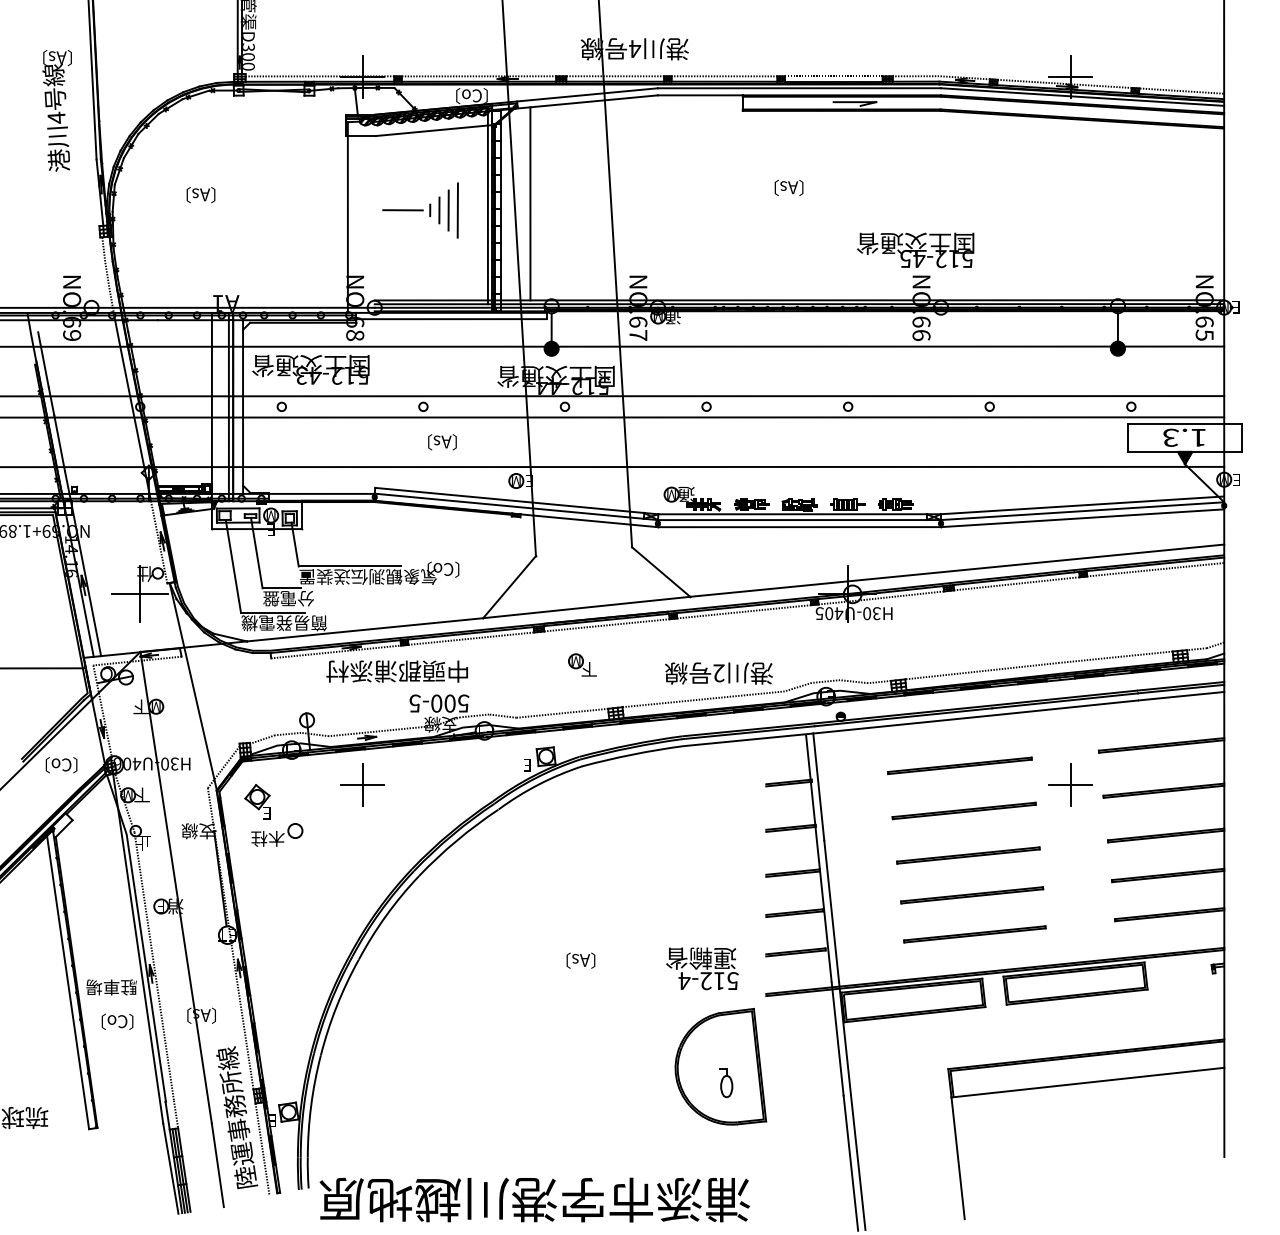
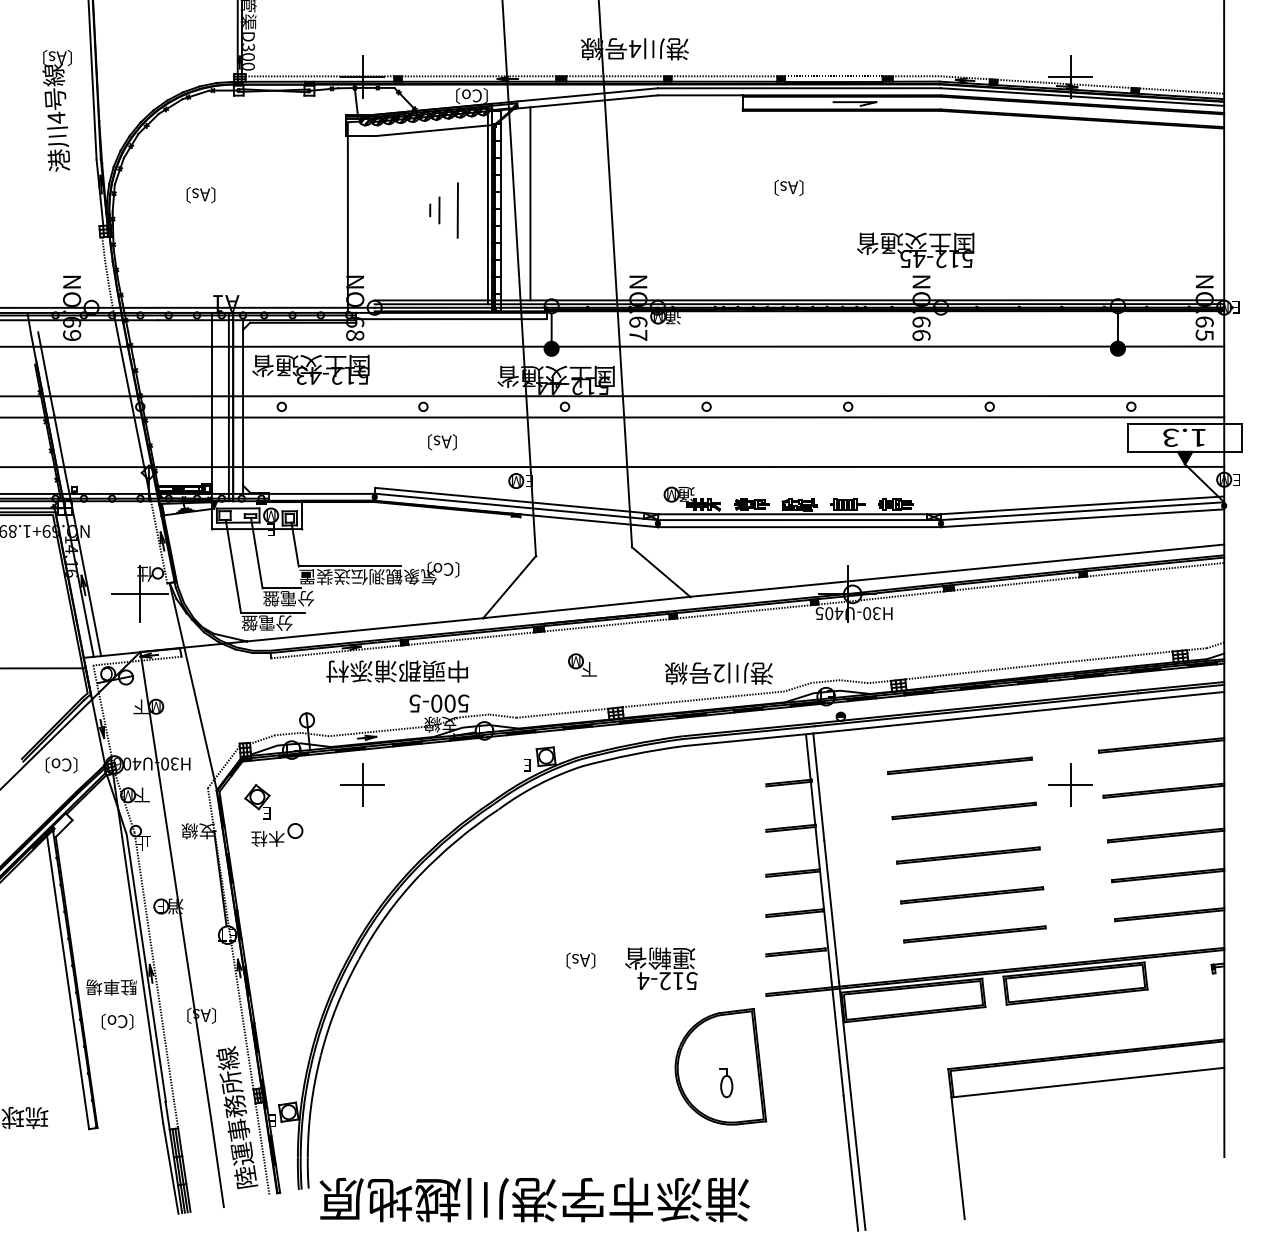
line at (402, 210): present -> none
line at (448, 210): present -> none
text at (283, 623): 簡易発電機 -> 分電盤
text at (702, 968) position: (702, 968) -> (661, 968)
